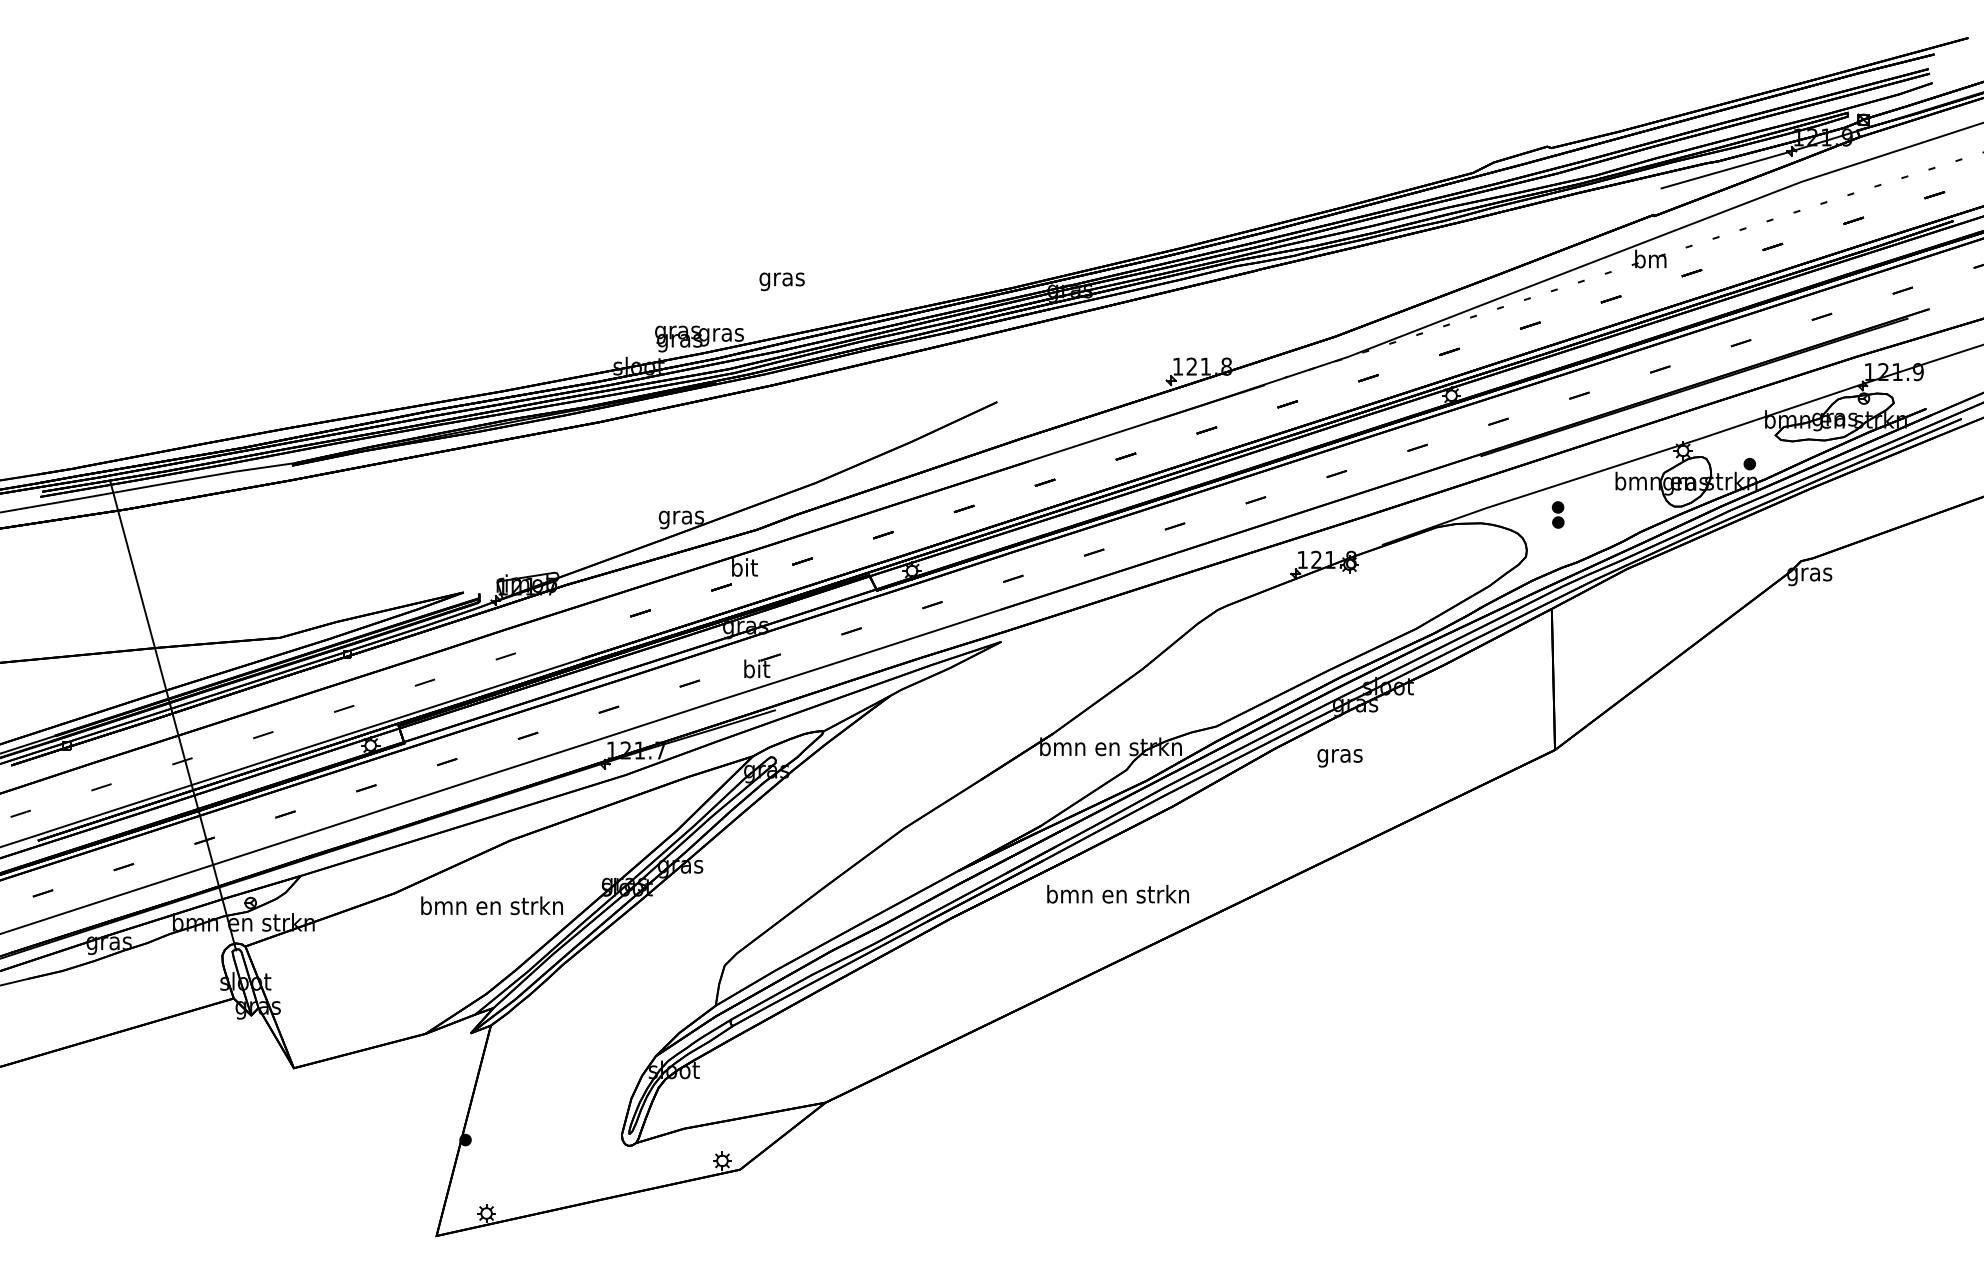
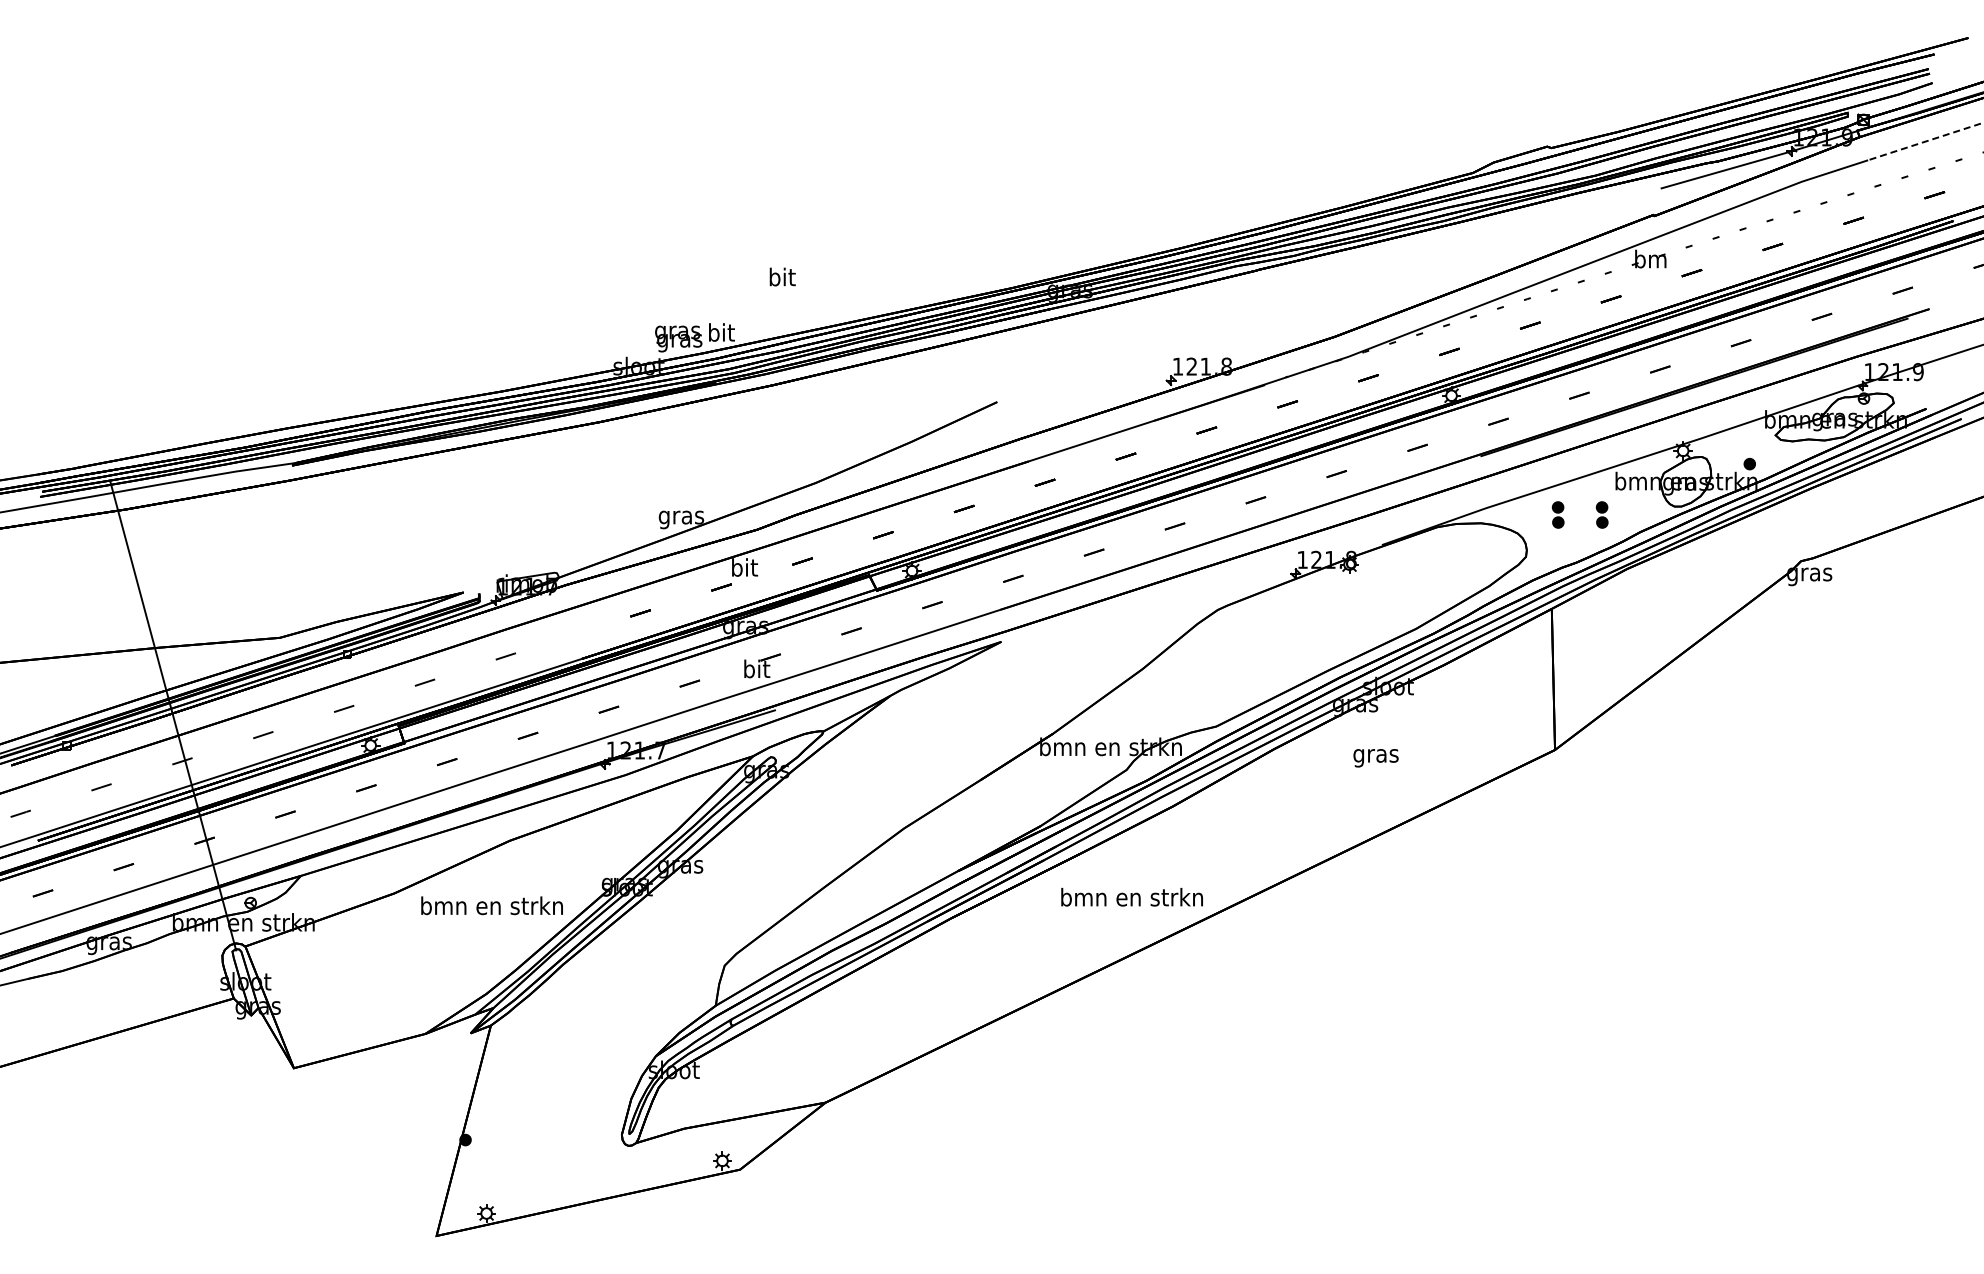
line at (1925, 141): solid -> dashed
text at (781, 279): gras -> bit
text at (721, 334): gras -> bit
part at (1601, 514): none -> present
text at (1339, 758) position: (1339, 758) -> (1375, 758)
text at (1117, 894) position: (1117, 894) -> (1131, 897)
